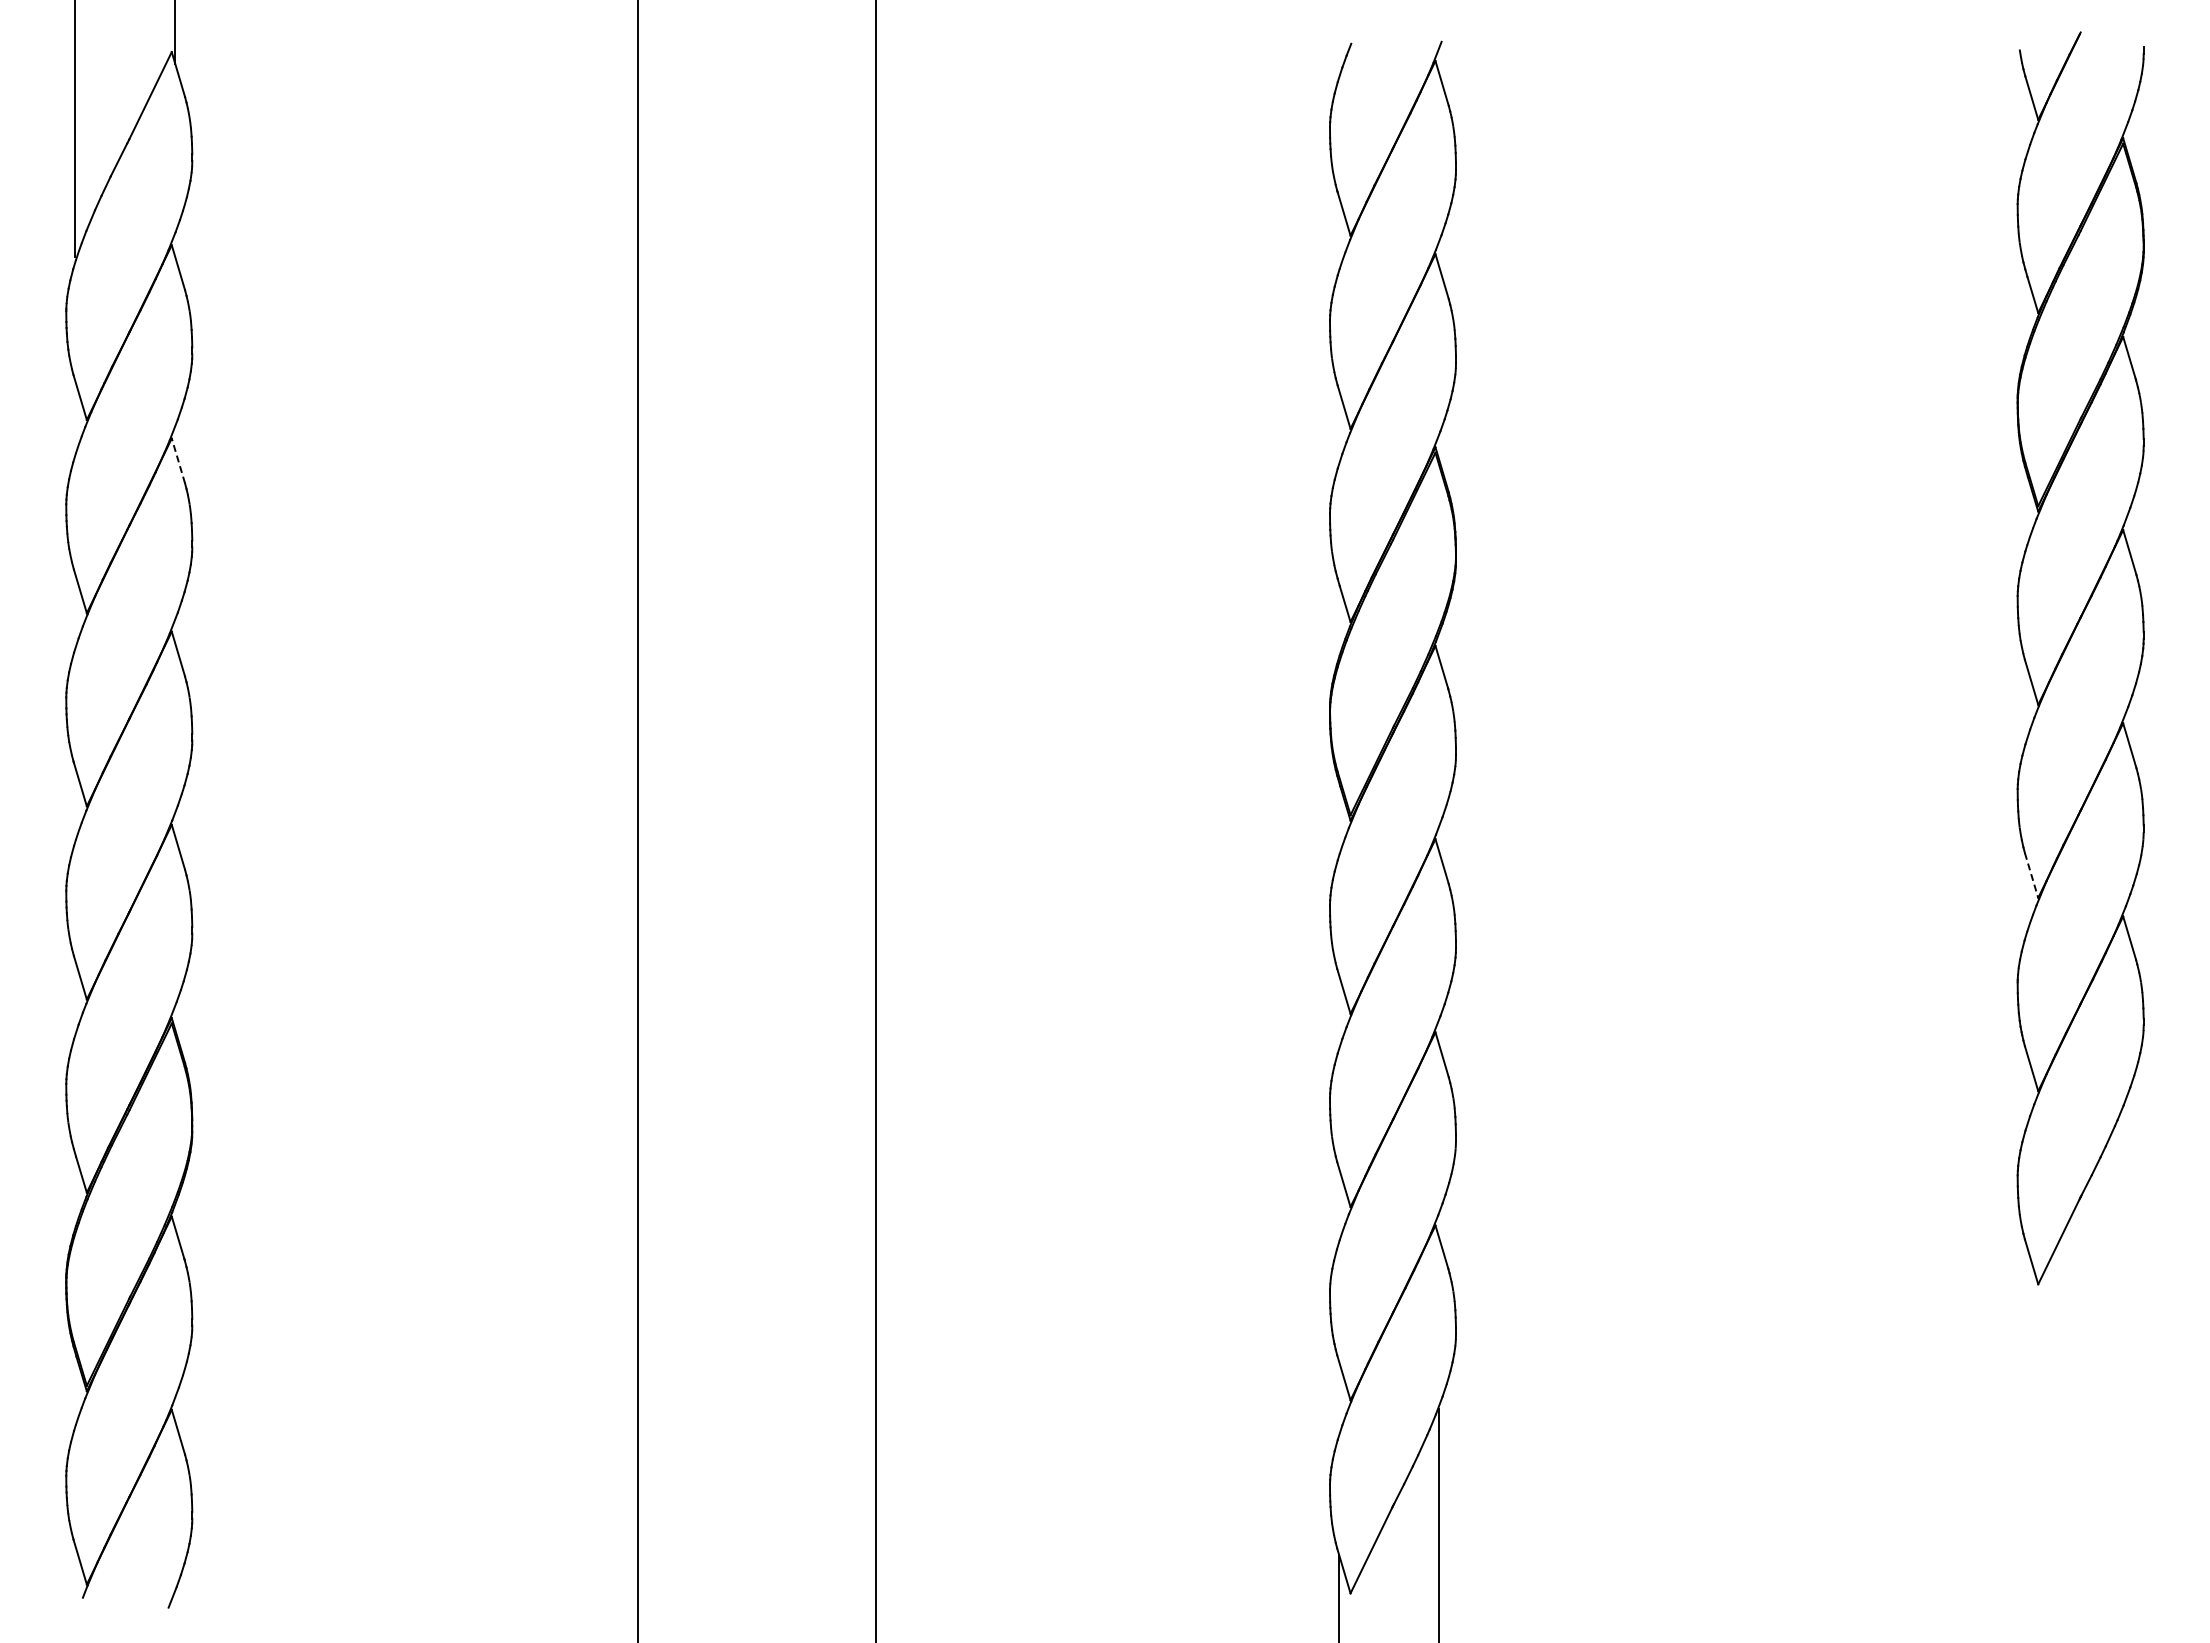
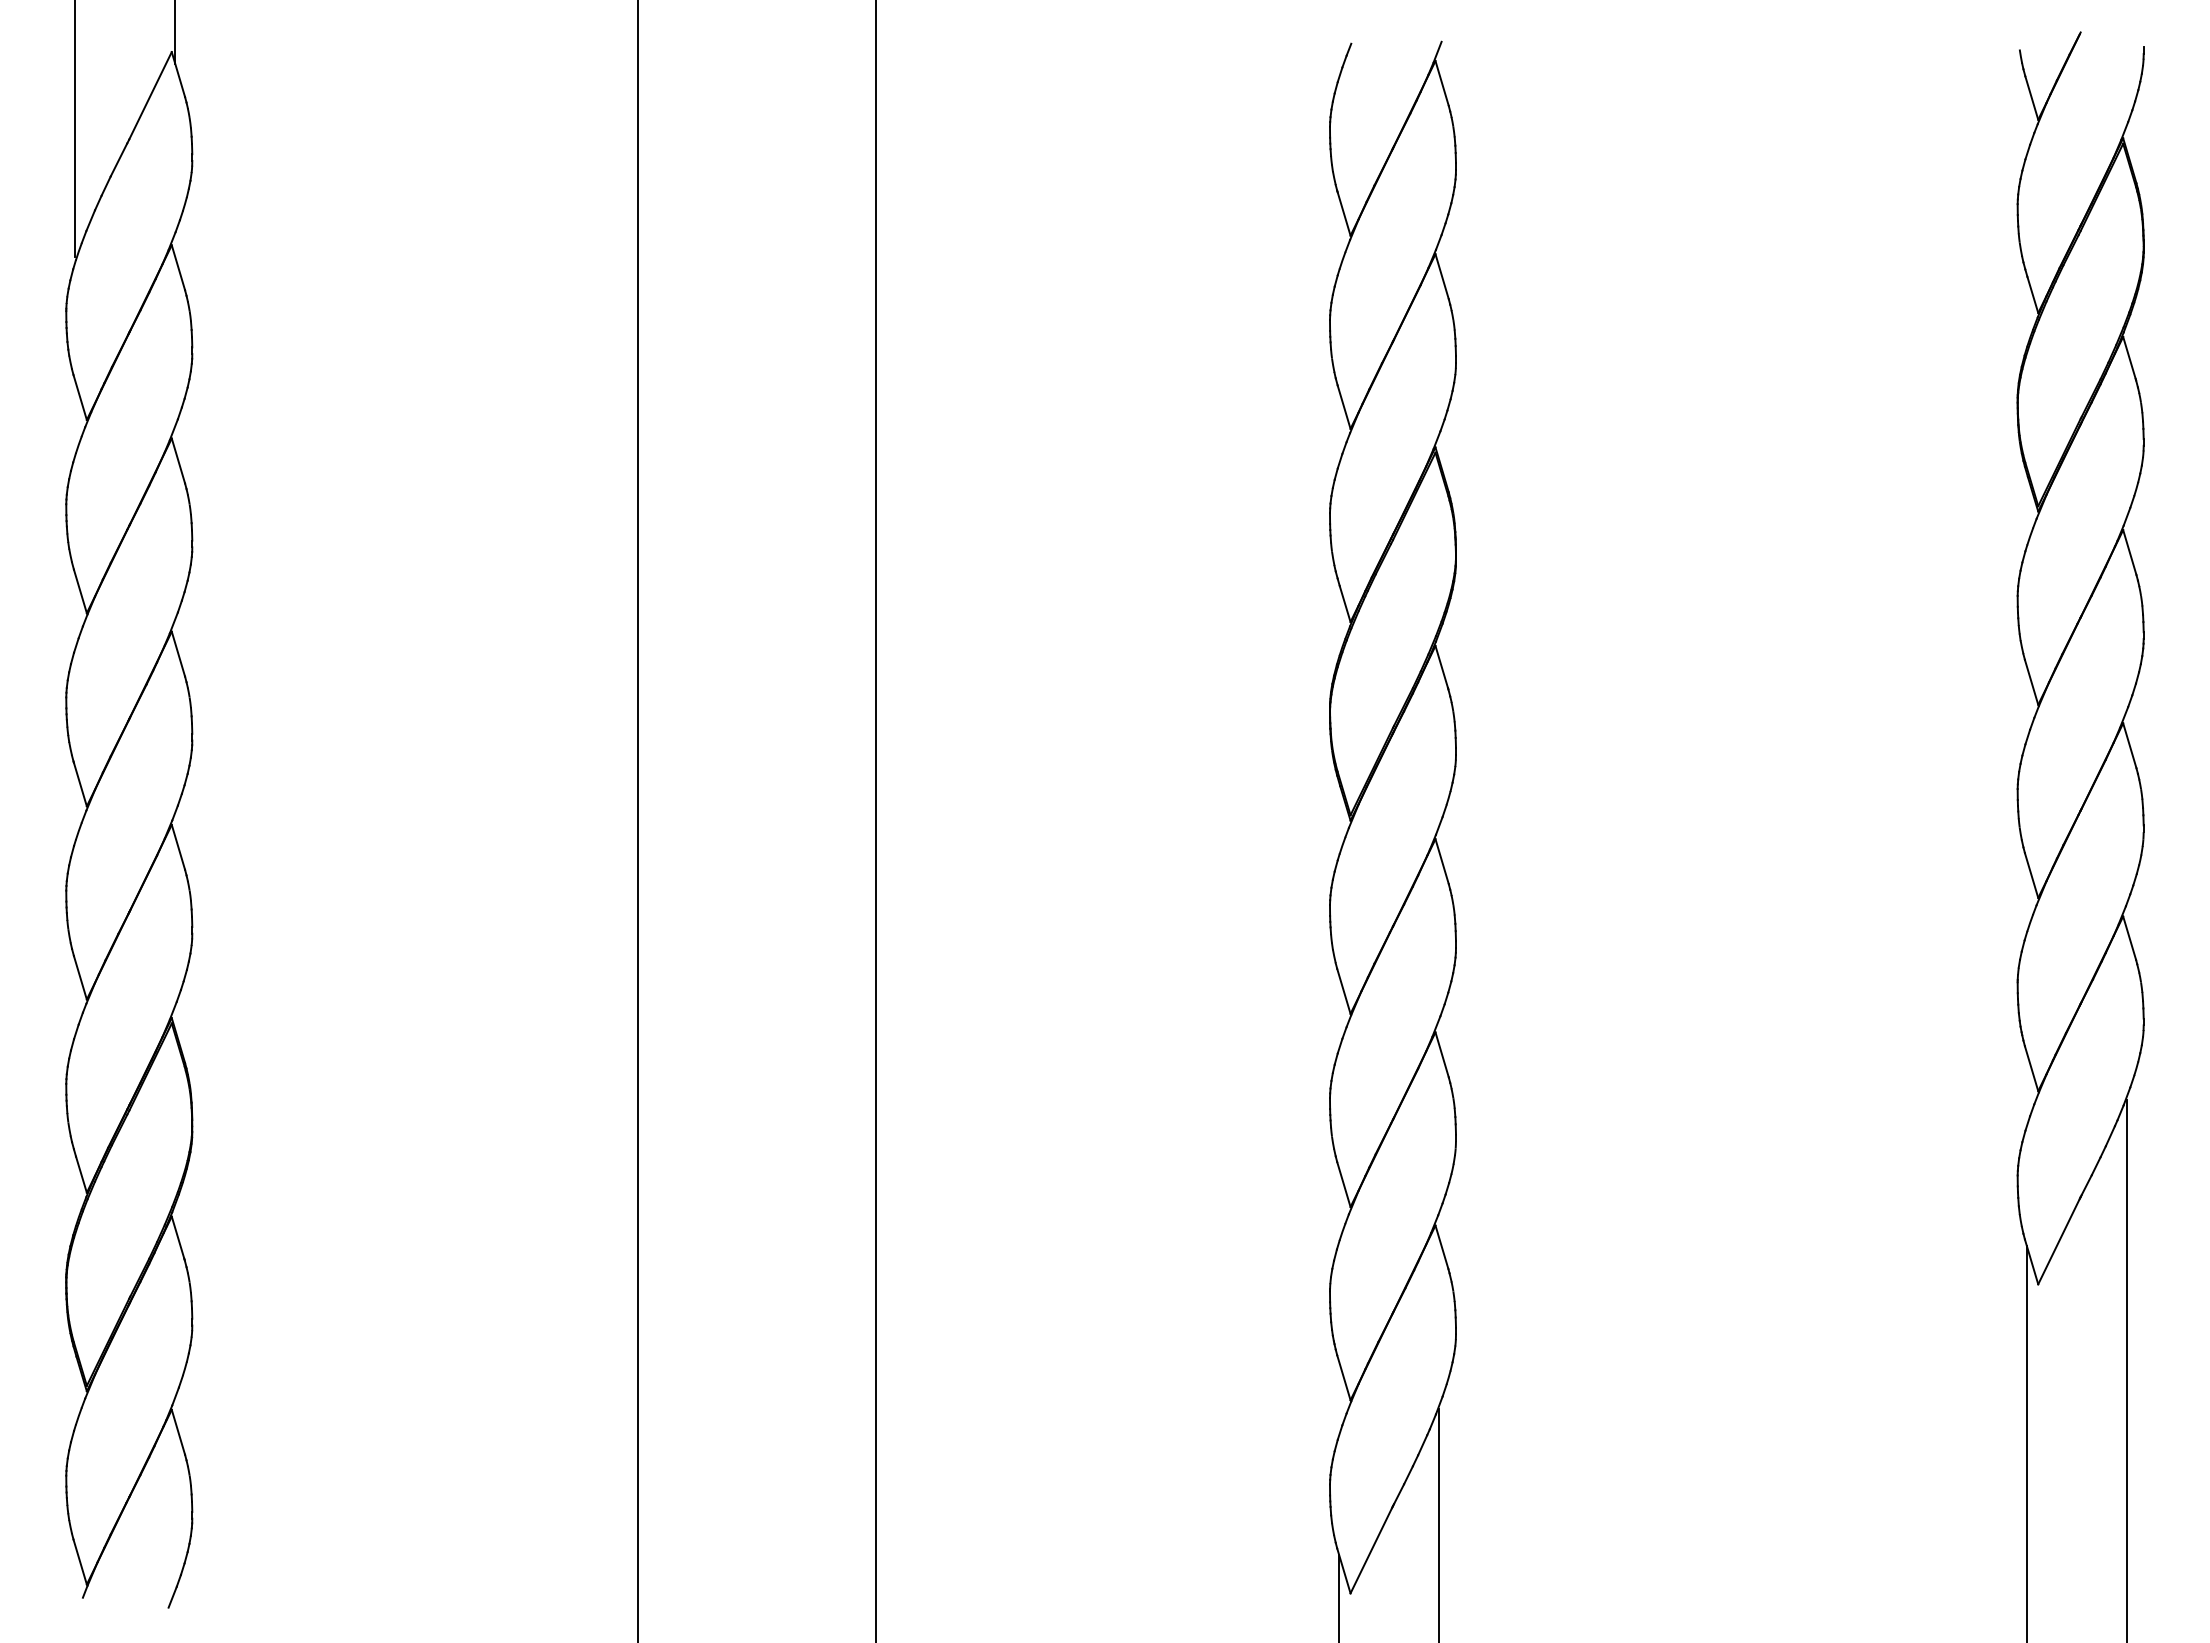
line at (178, 460): dashed -> solid
line at (2031, 875): dashed -> solid
line at (2126, 1369): none -> present
line at (2026, 1442): none -> present
